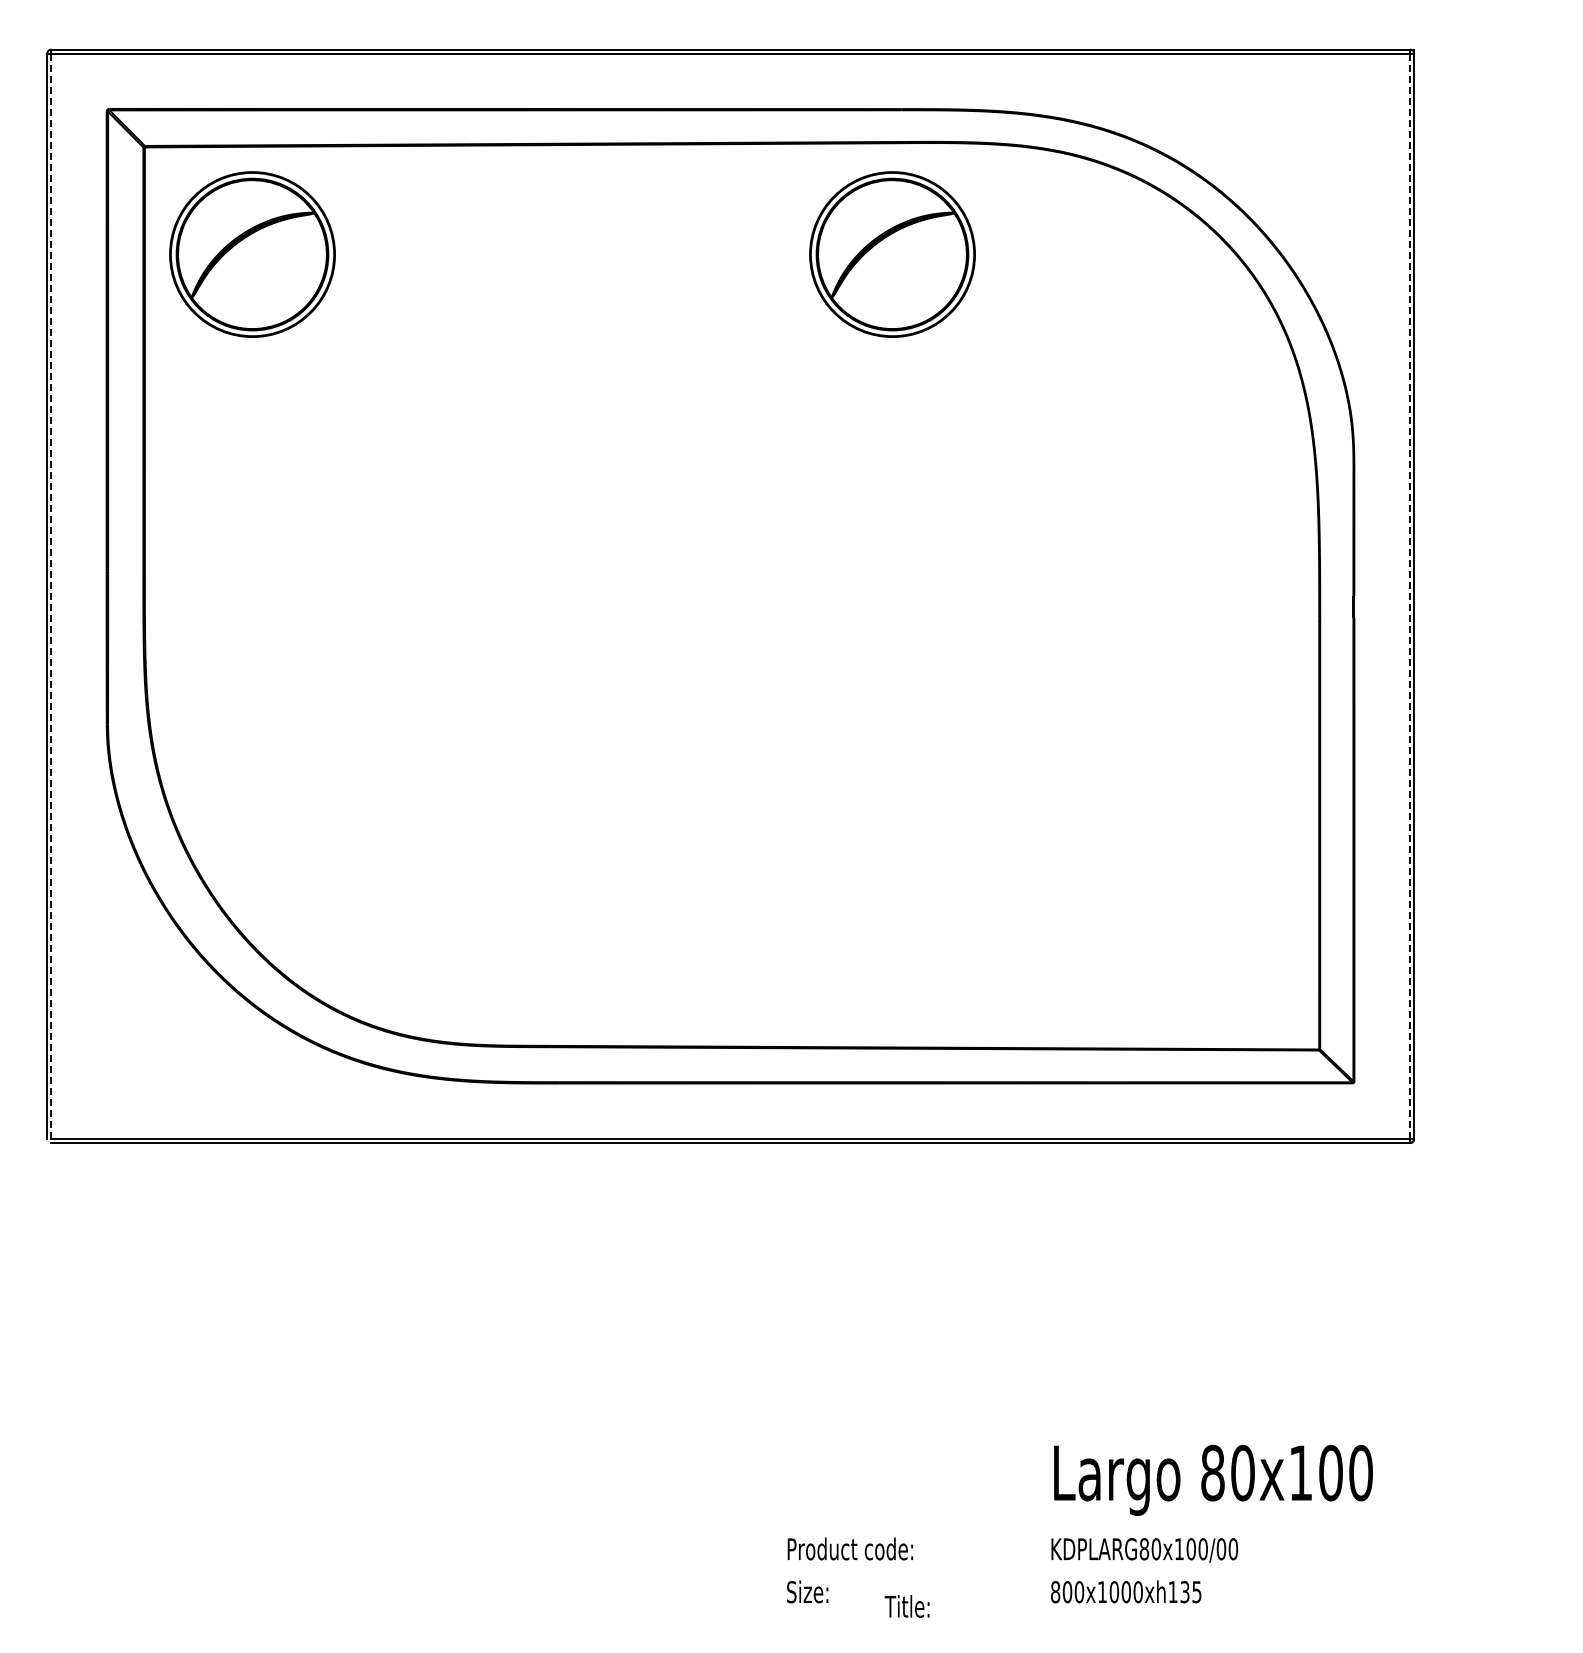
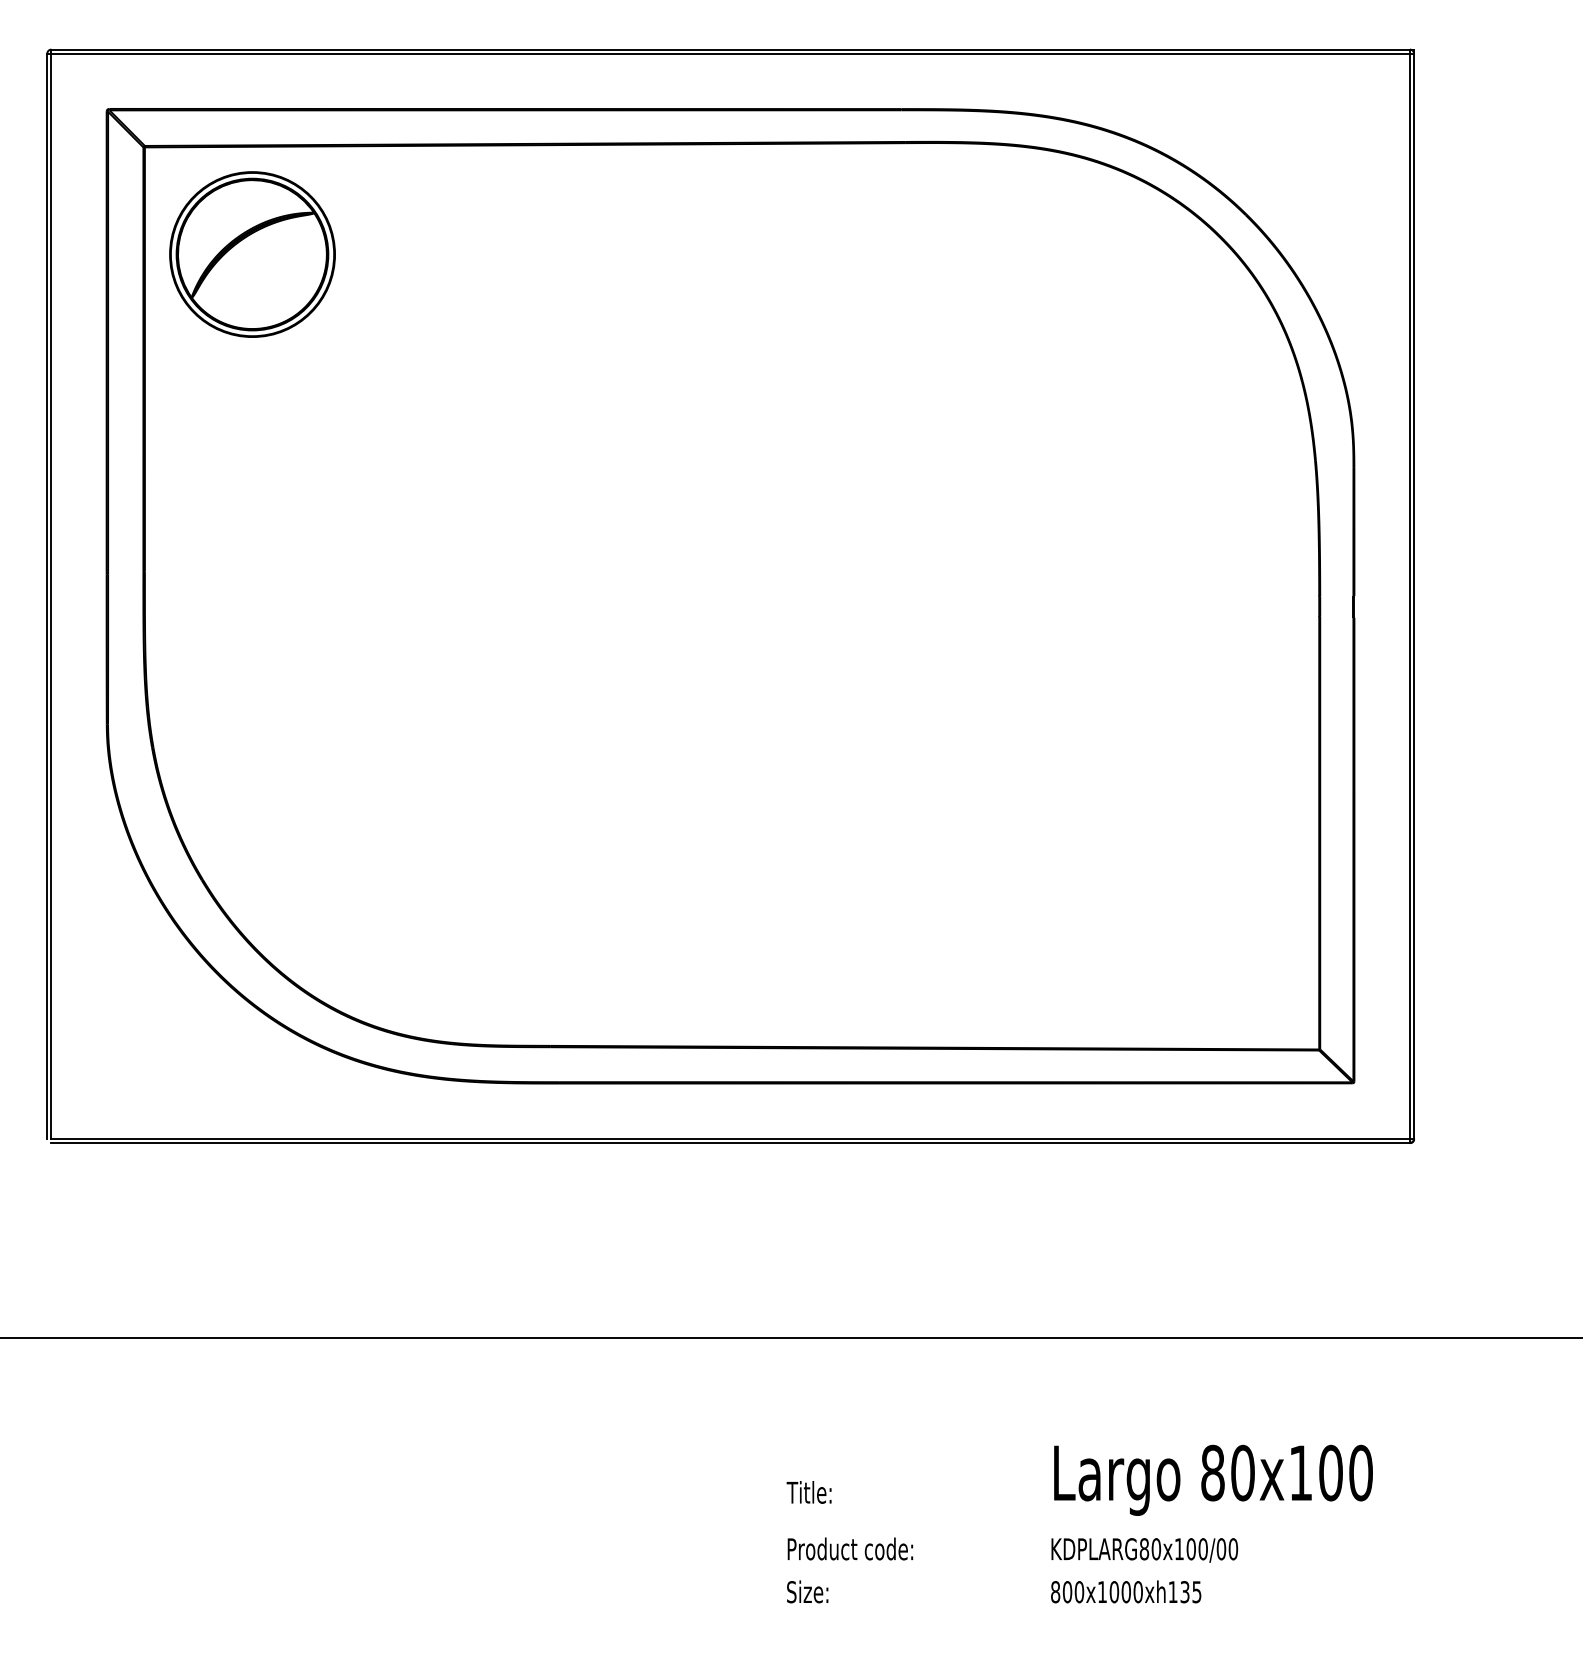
part at (892, 254): present -> none
line at (51, 596): dashed -> solid
line at (1409, 596): dashed -> solid
line at (790, 1337): none -> present
text at (906, 1606) position: (906, 1606) -> (808, 1492)
